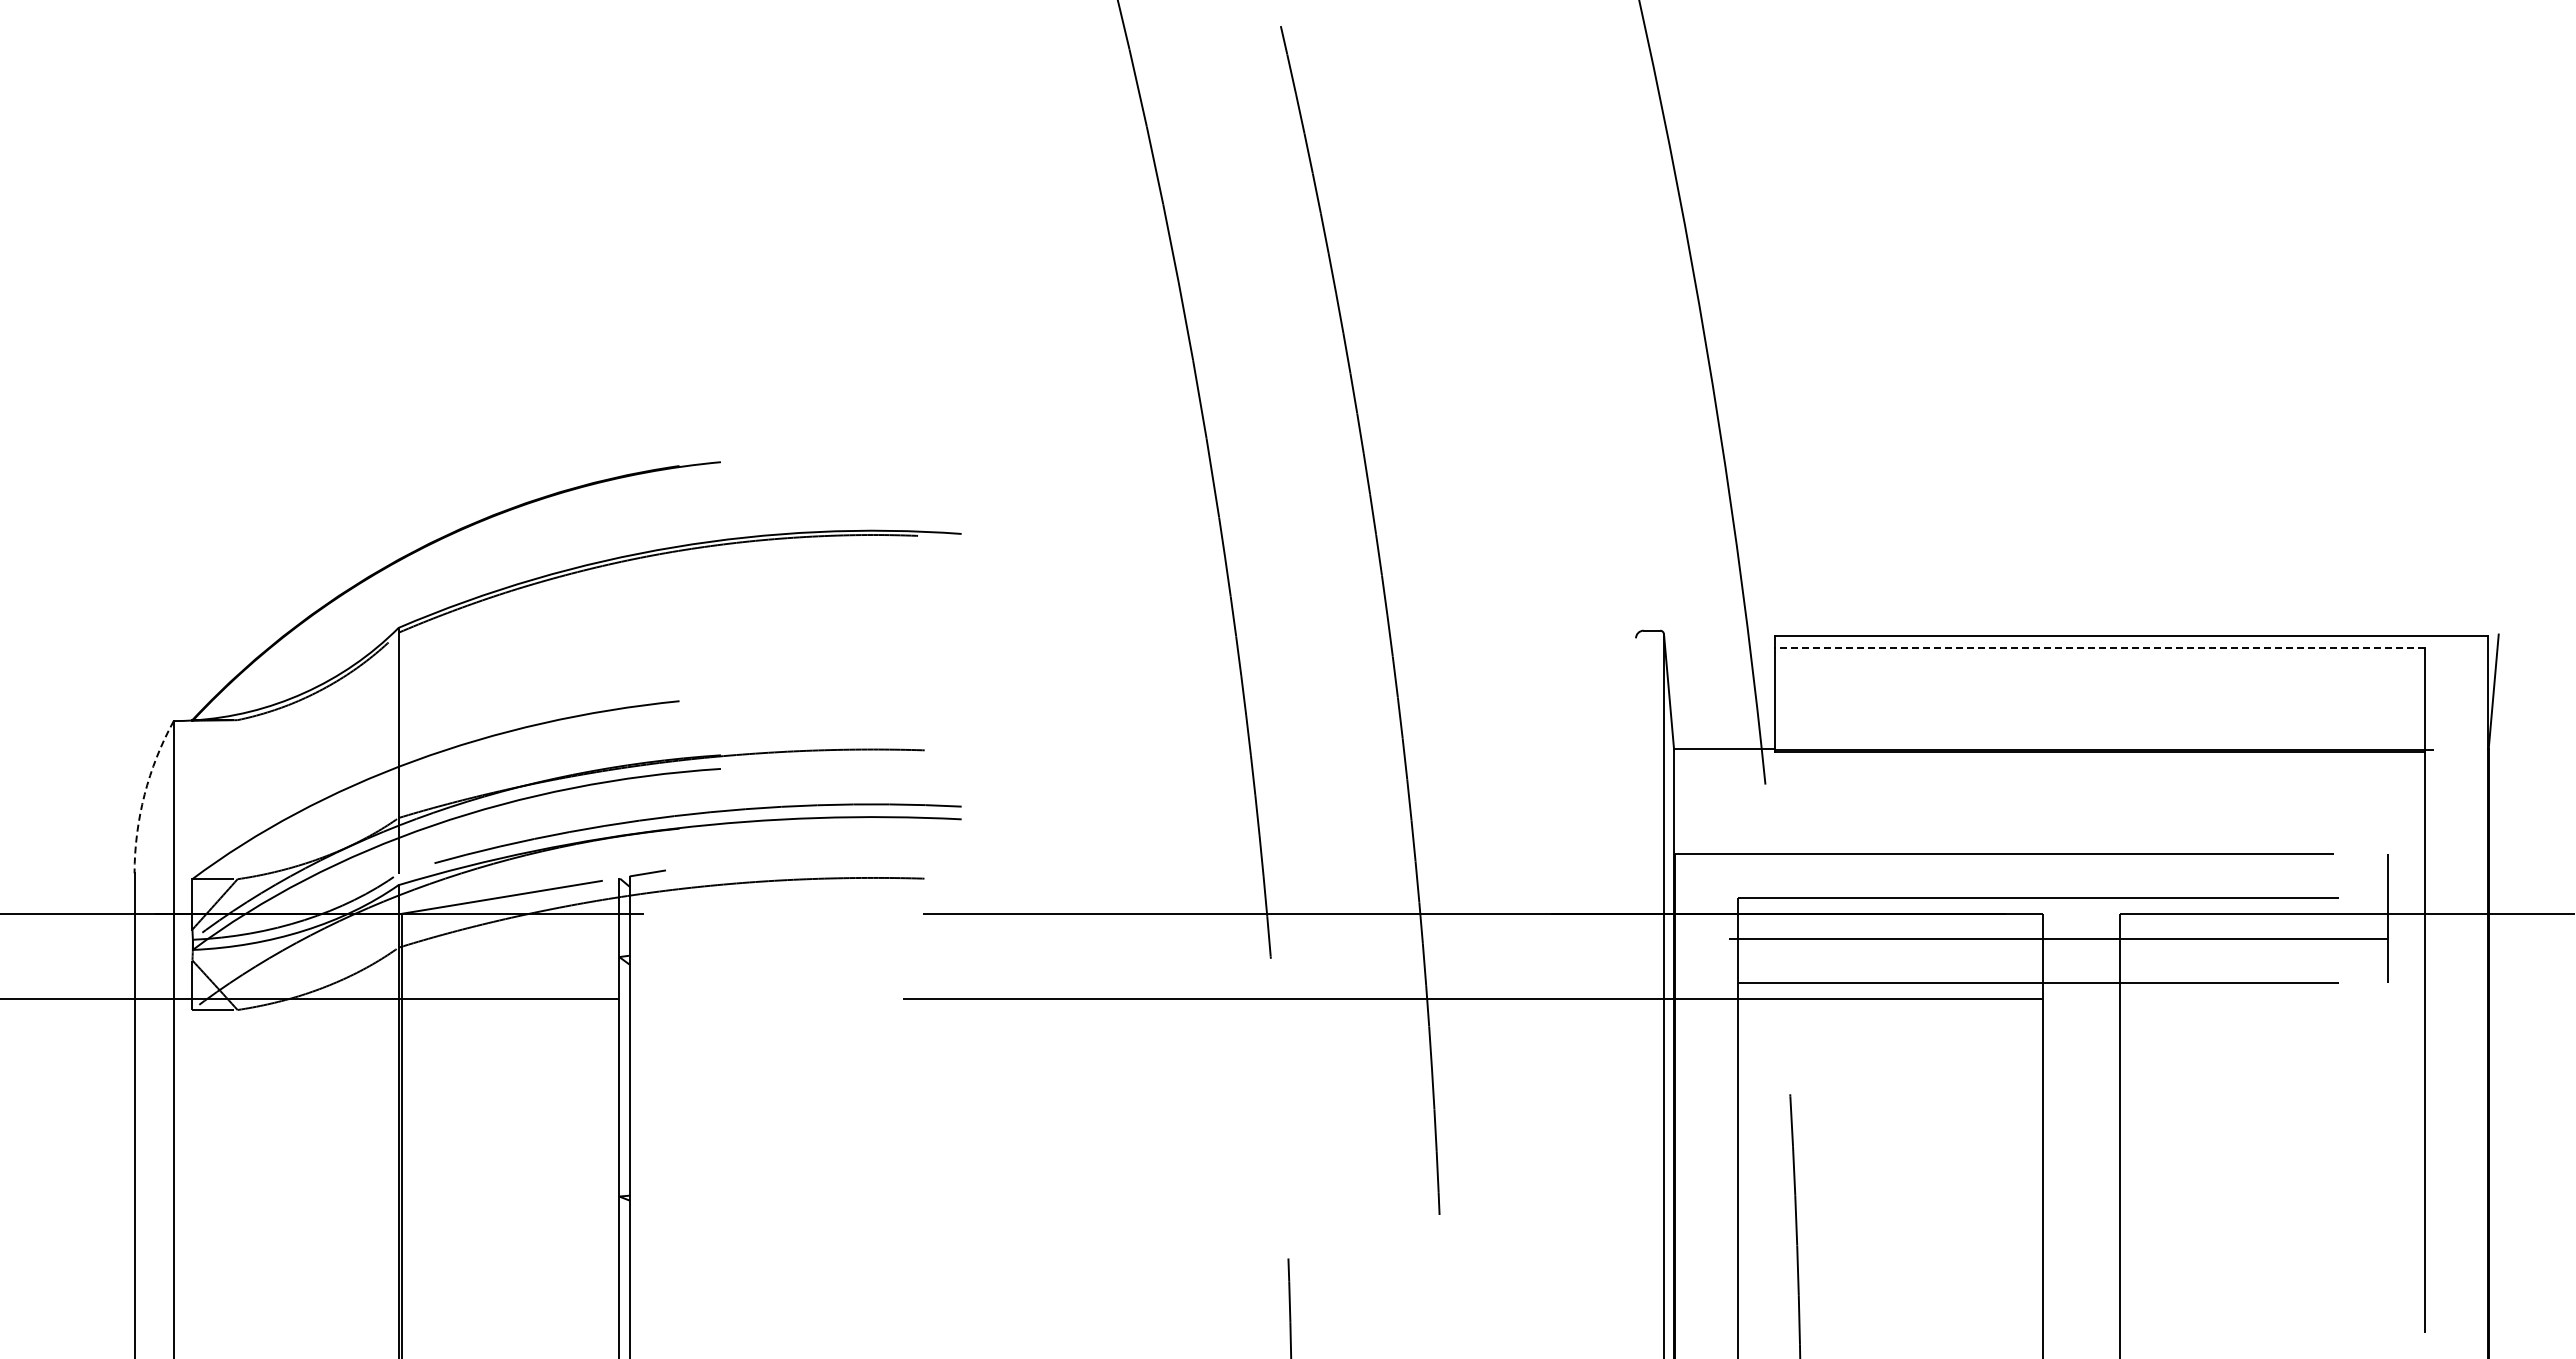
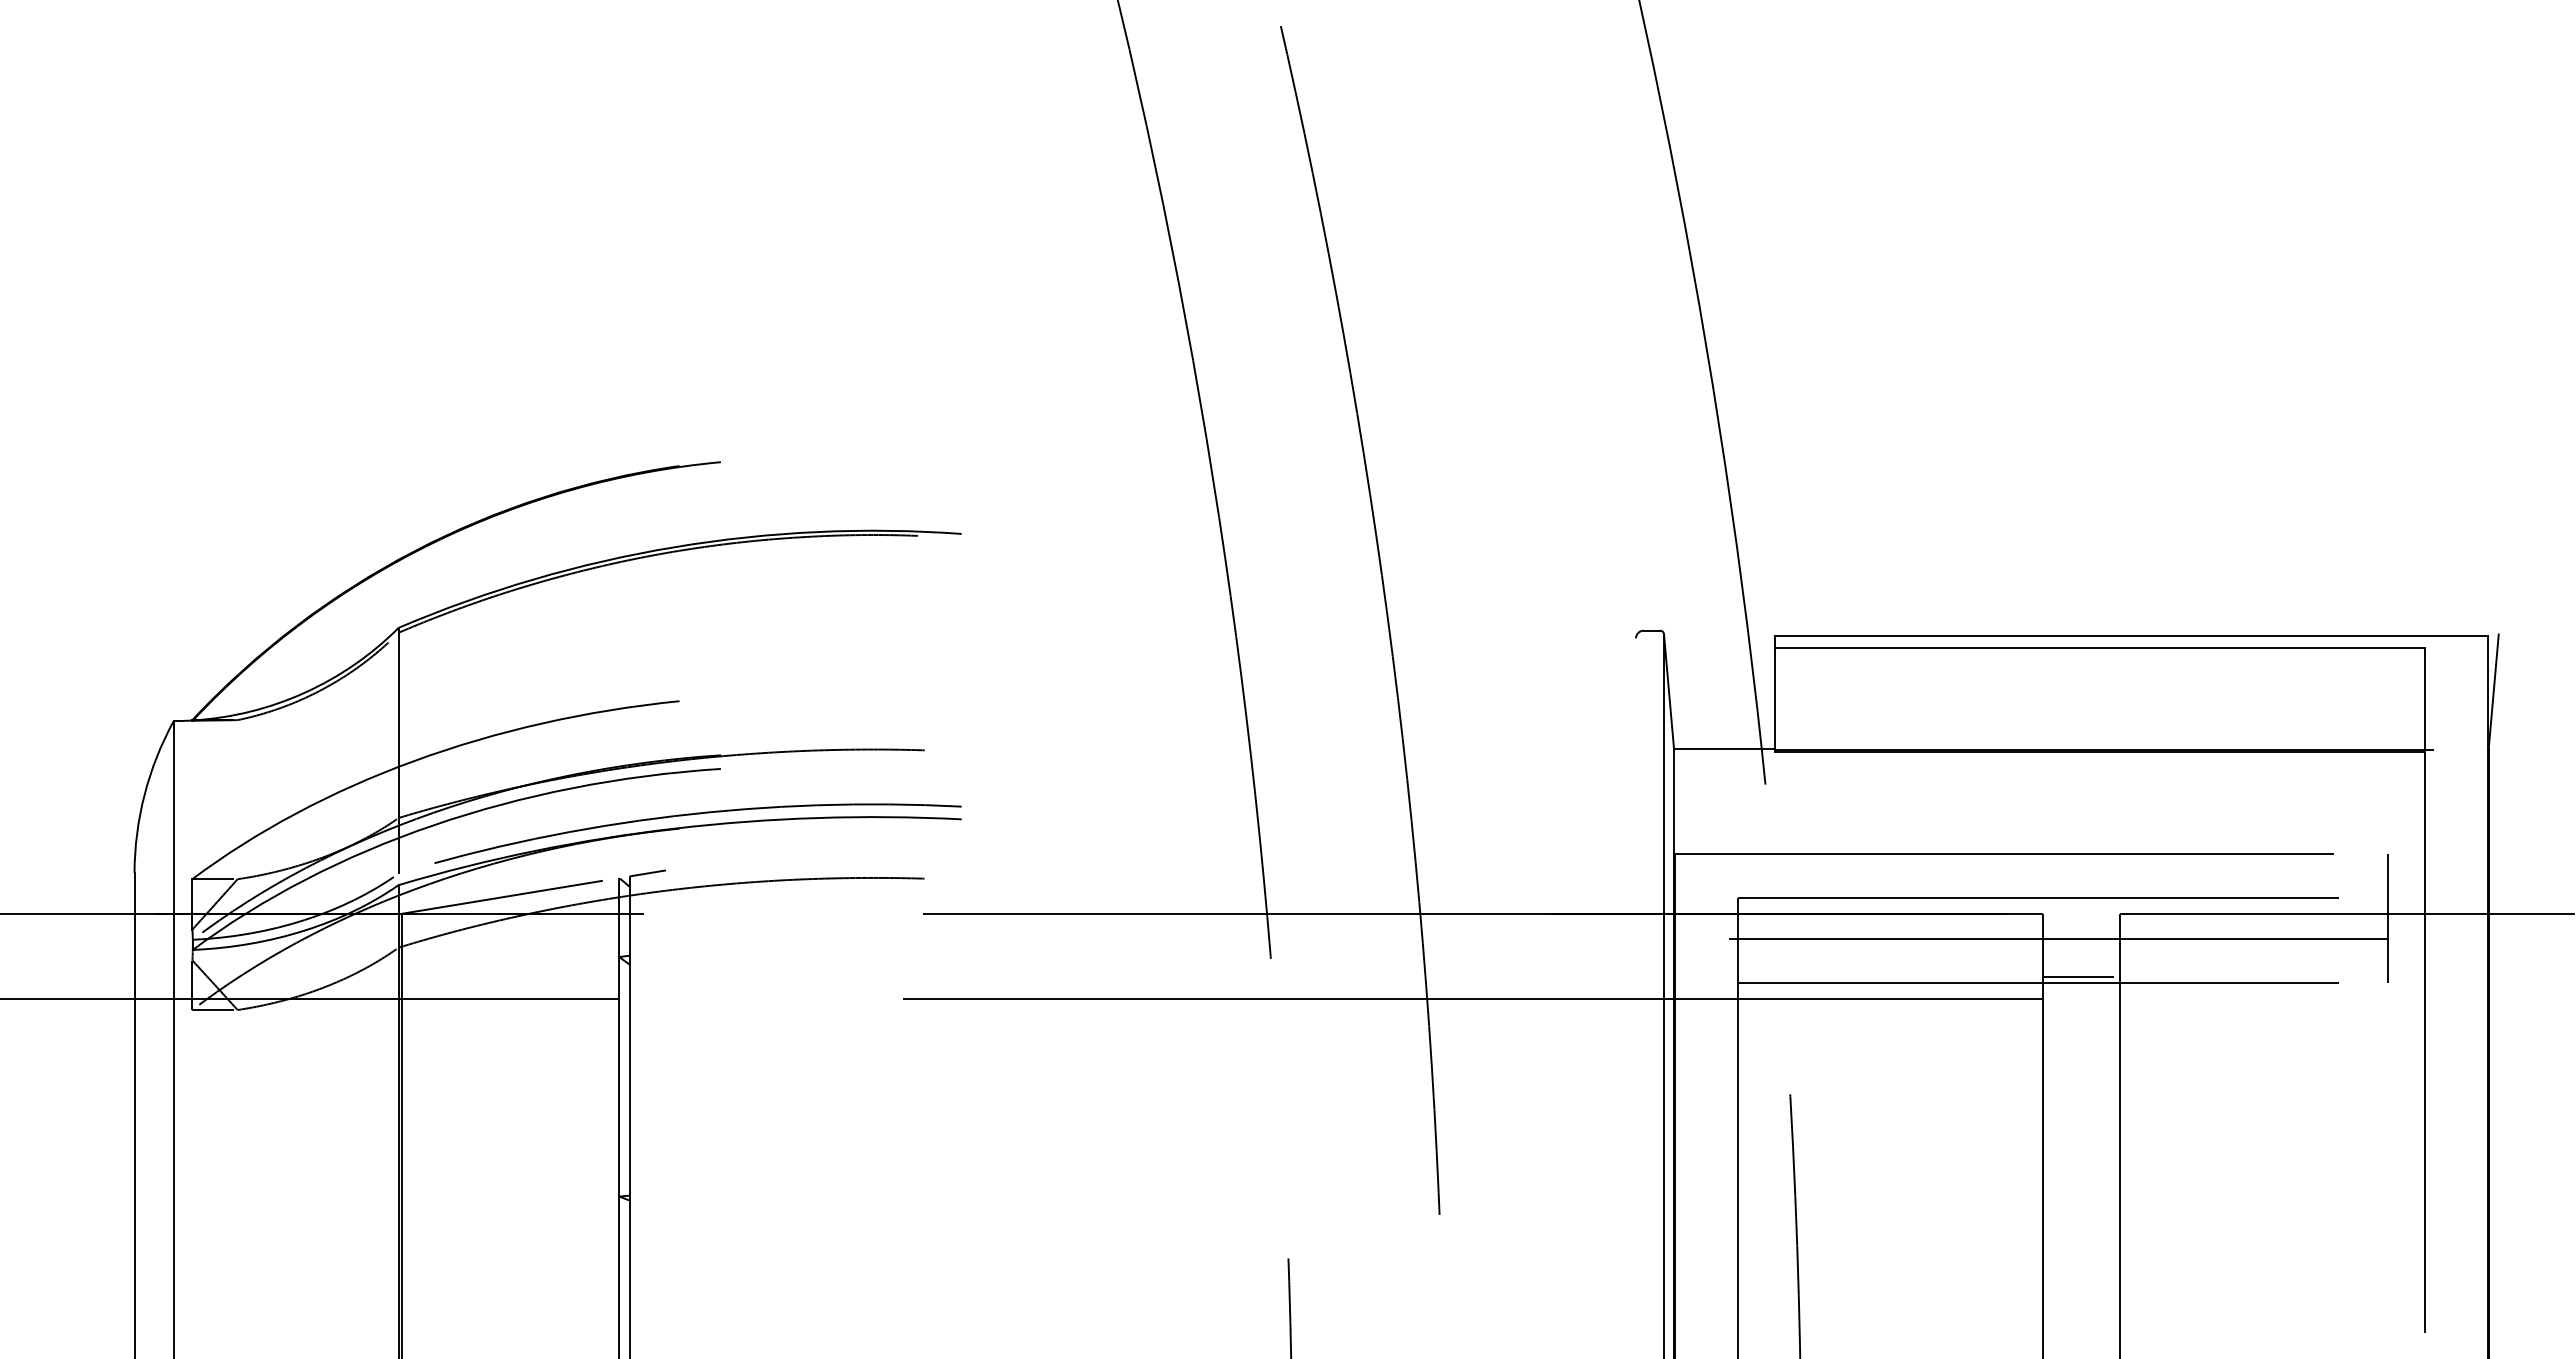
line at (2099, 647): dashed -> solid
arc at (144, 794): dashed -> solid
line at (2081, 977): none -> present
